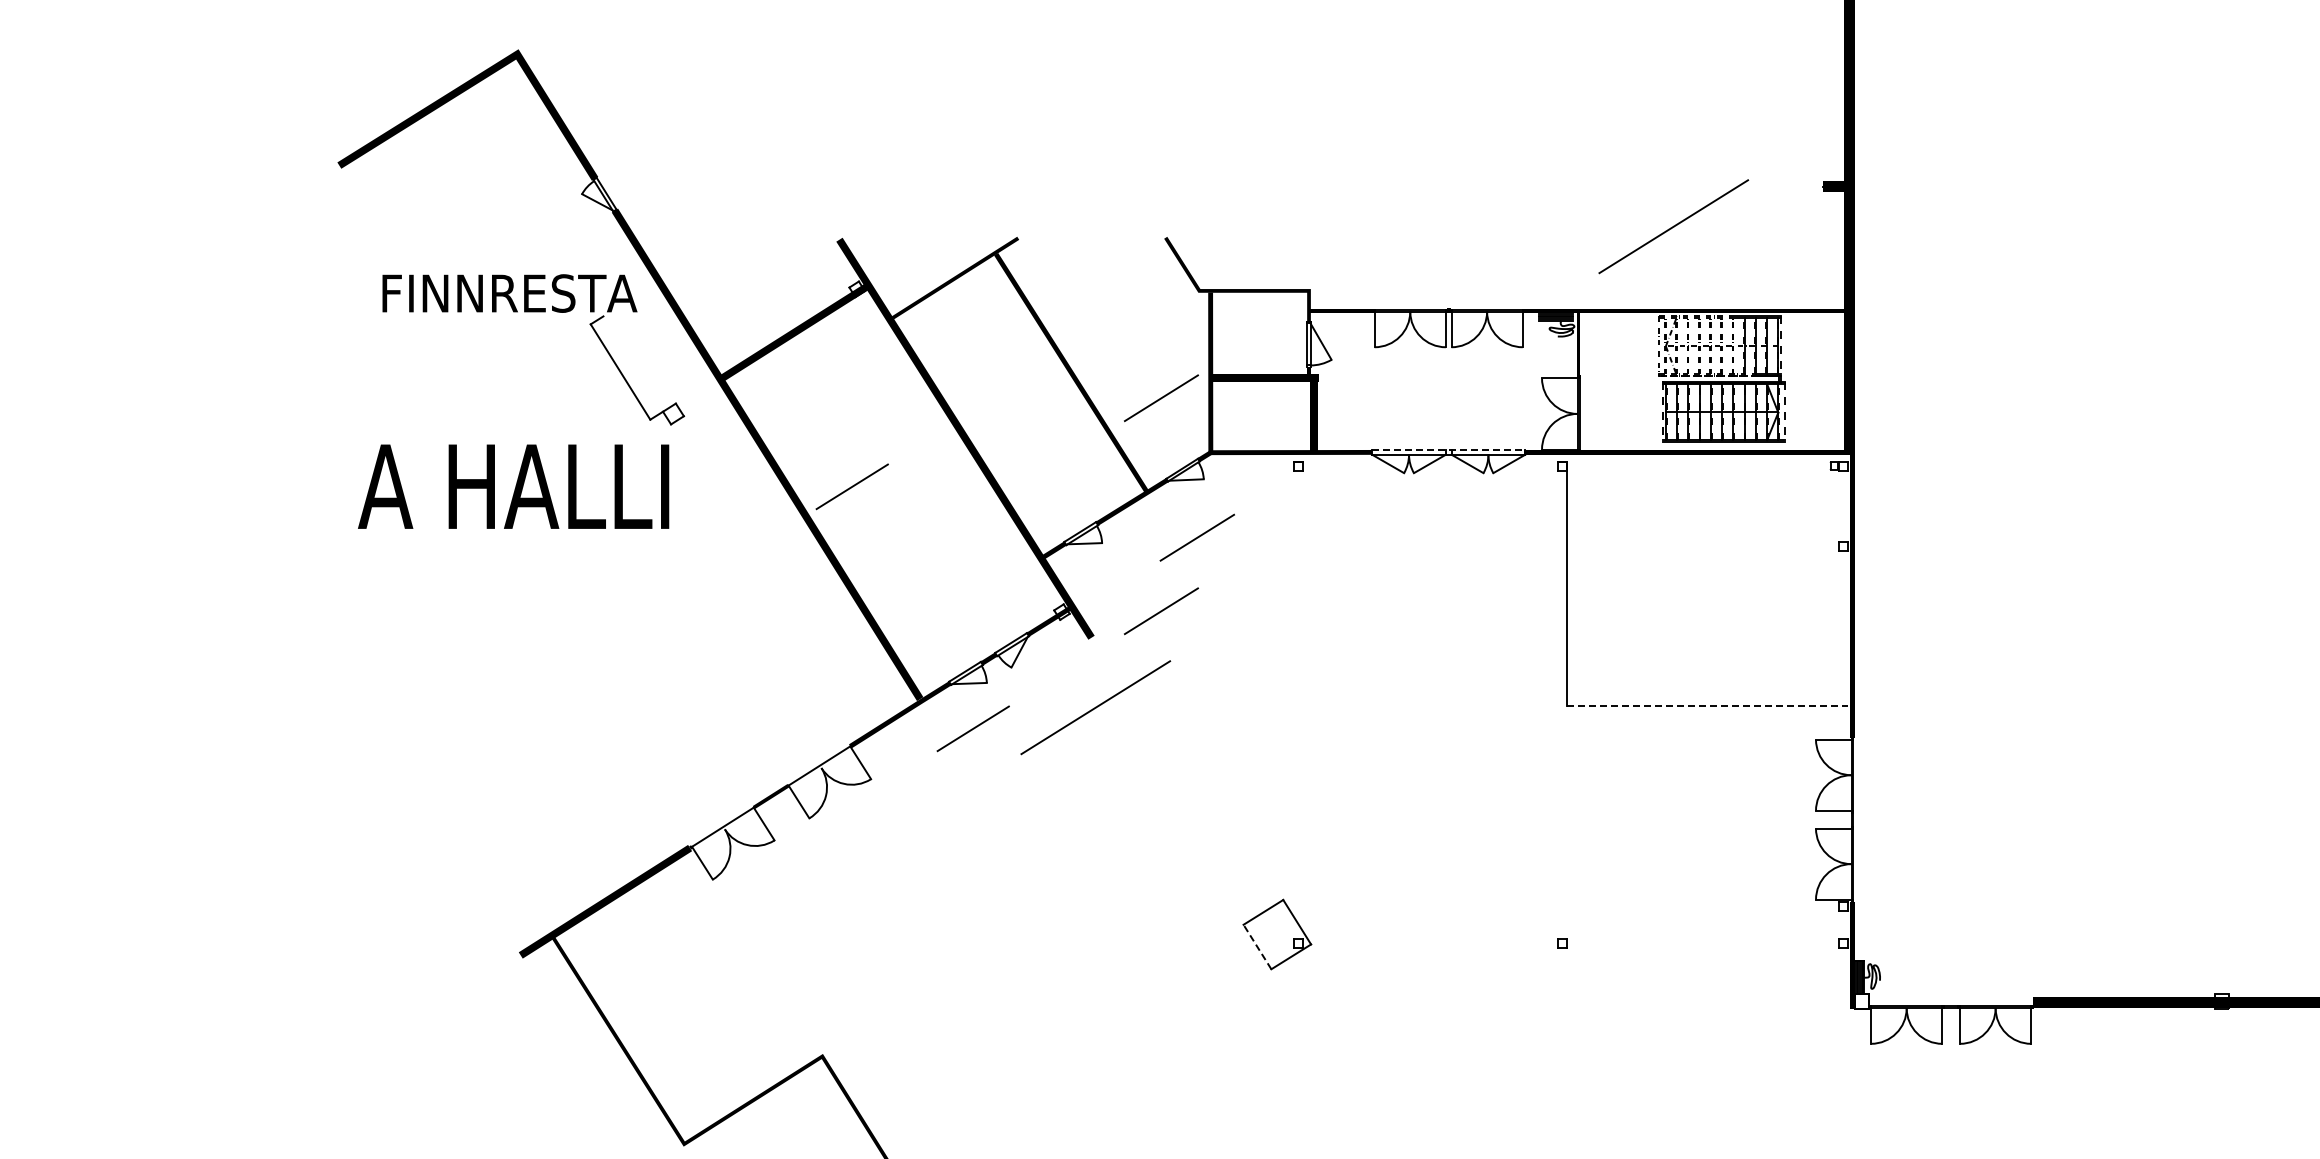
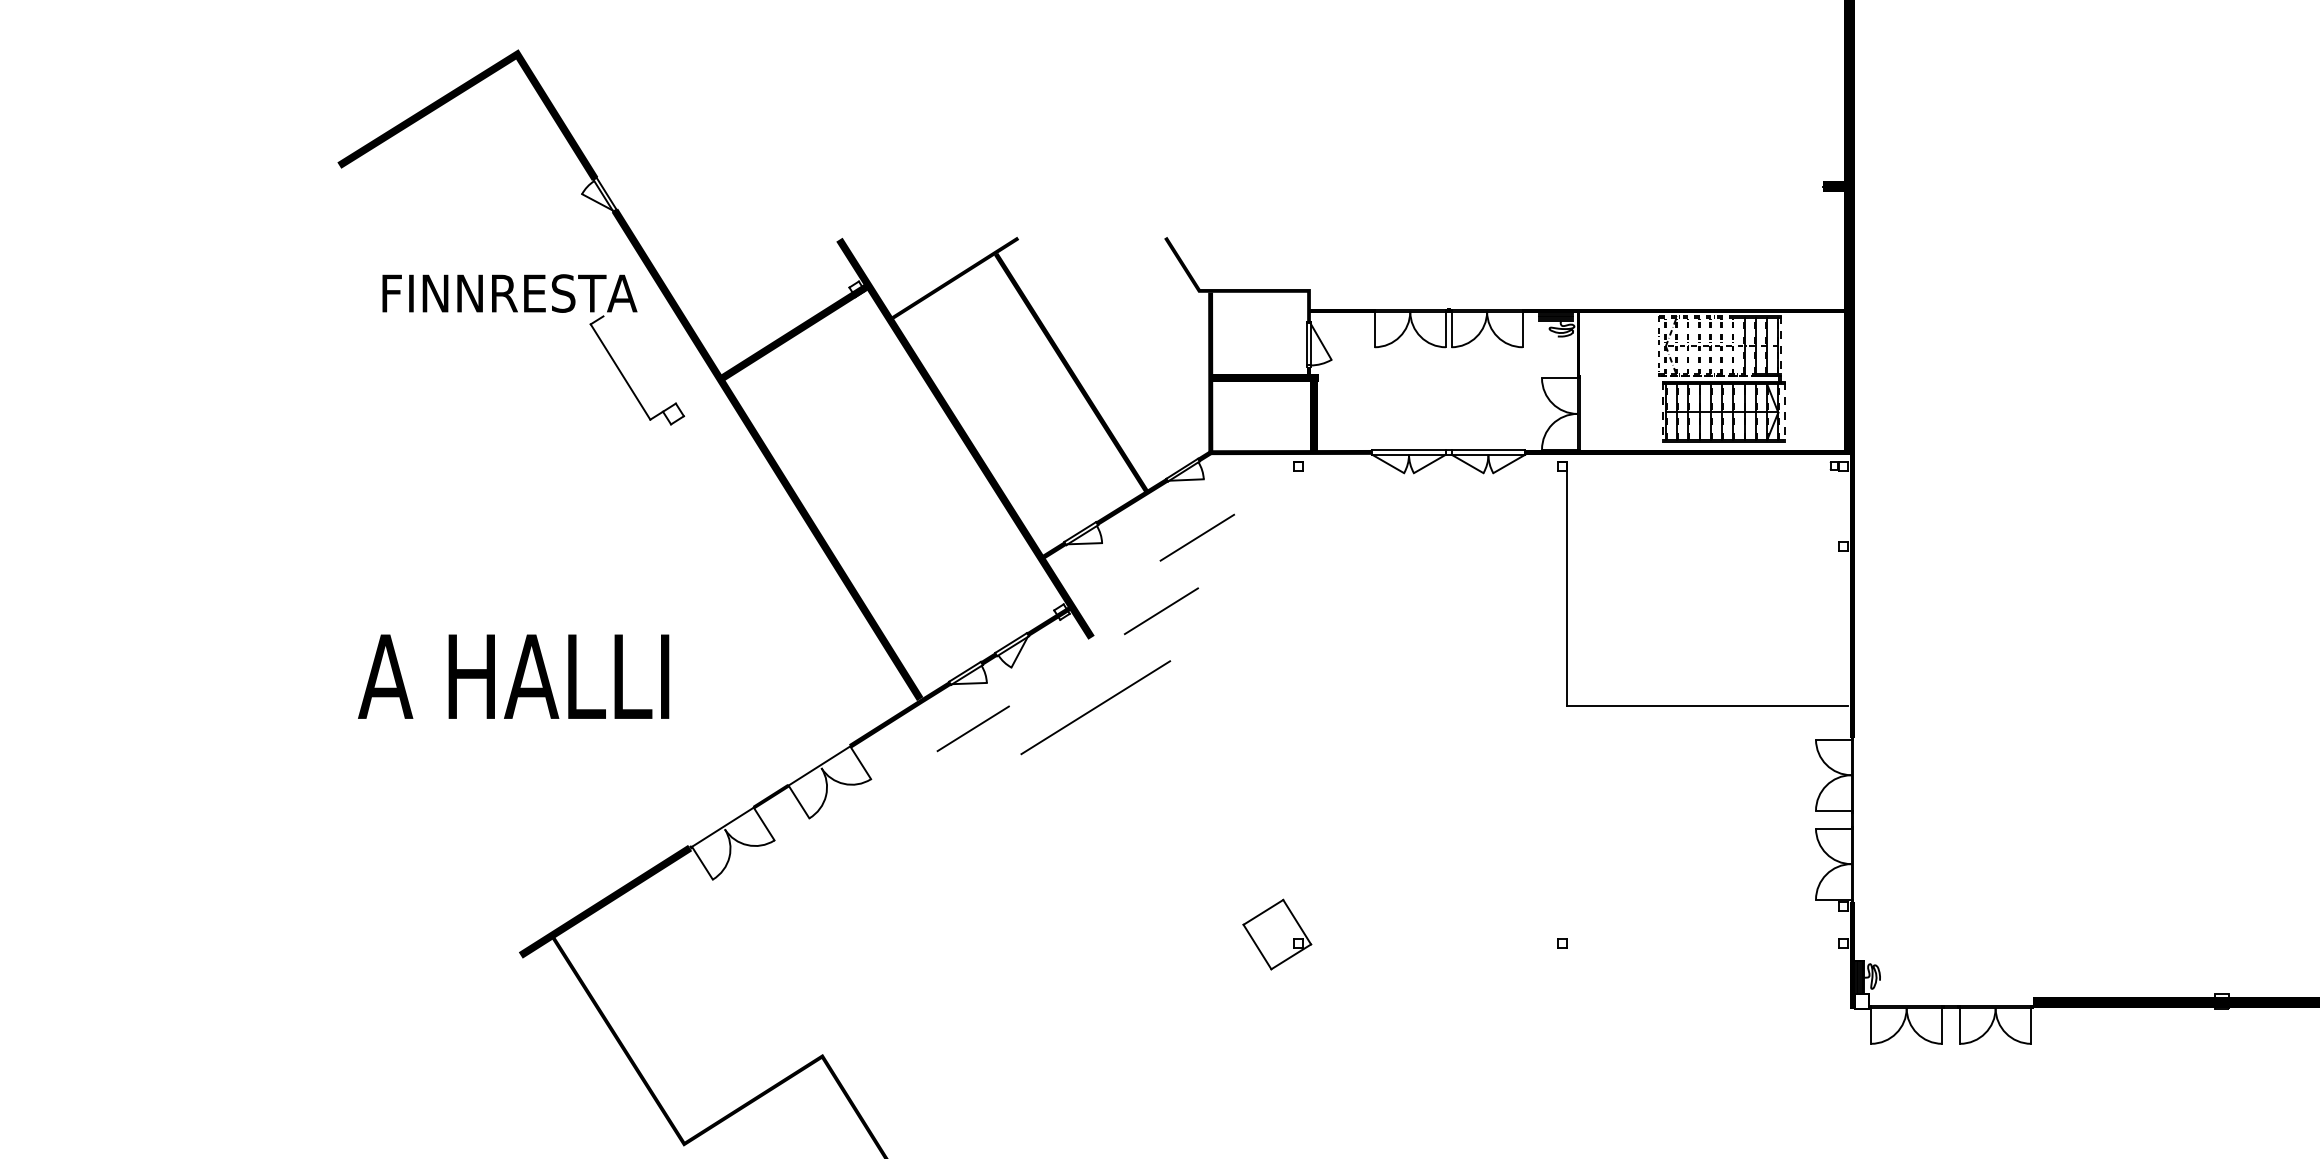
line at (1673, 226): present -> none
line at (1161, 398): present -> none
line at (1448, 450): dashed -> solid
text at (513, 486) position: (513, 486) -> (513, 676)
line at (851, 486): present -> none
line at (1707, 705): dashed -> solid
line at (1257, 946): dashed -> solid
